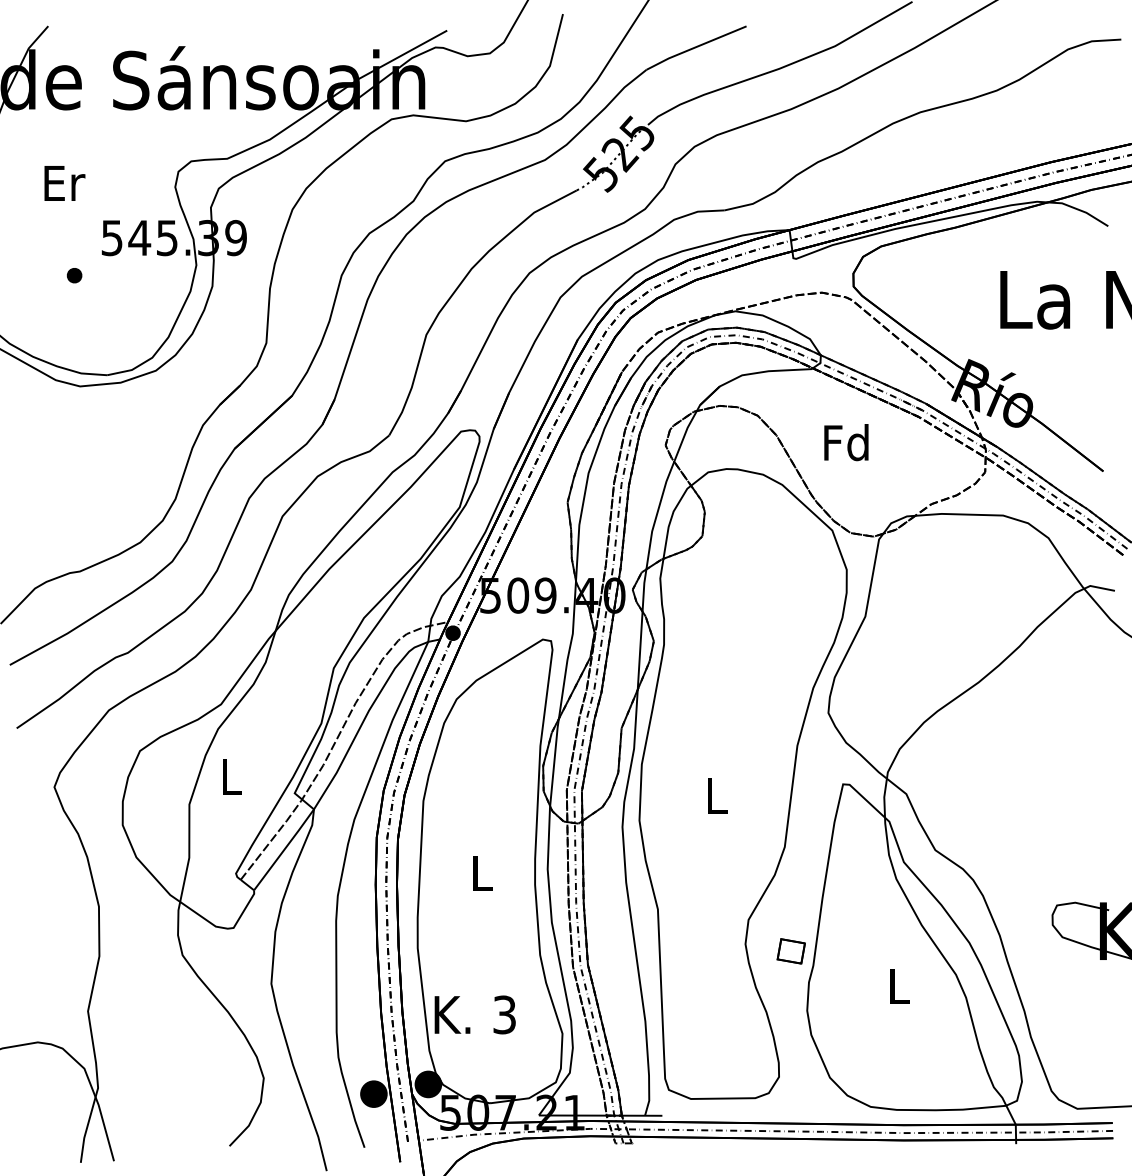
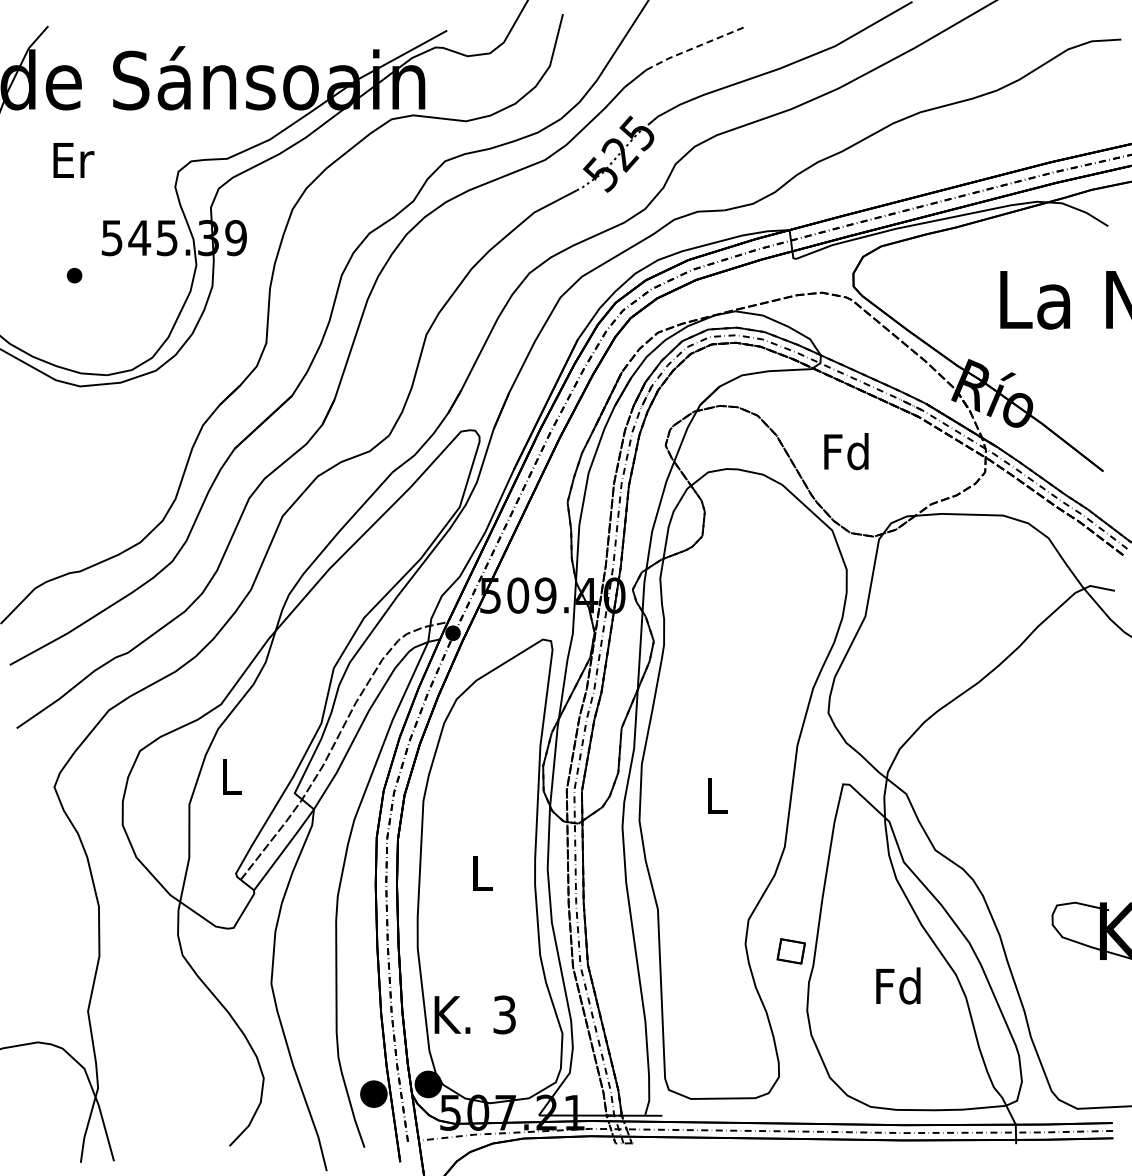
line at (695, 47): solid -> dashed
text at (64, 183) position: (64, 183) -> (73, 160)
text at (846, 442) position: (846, 442) -> (846, 451)
text at (898, 985): L -> Fd
